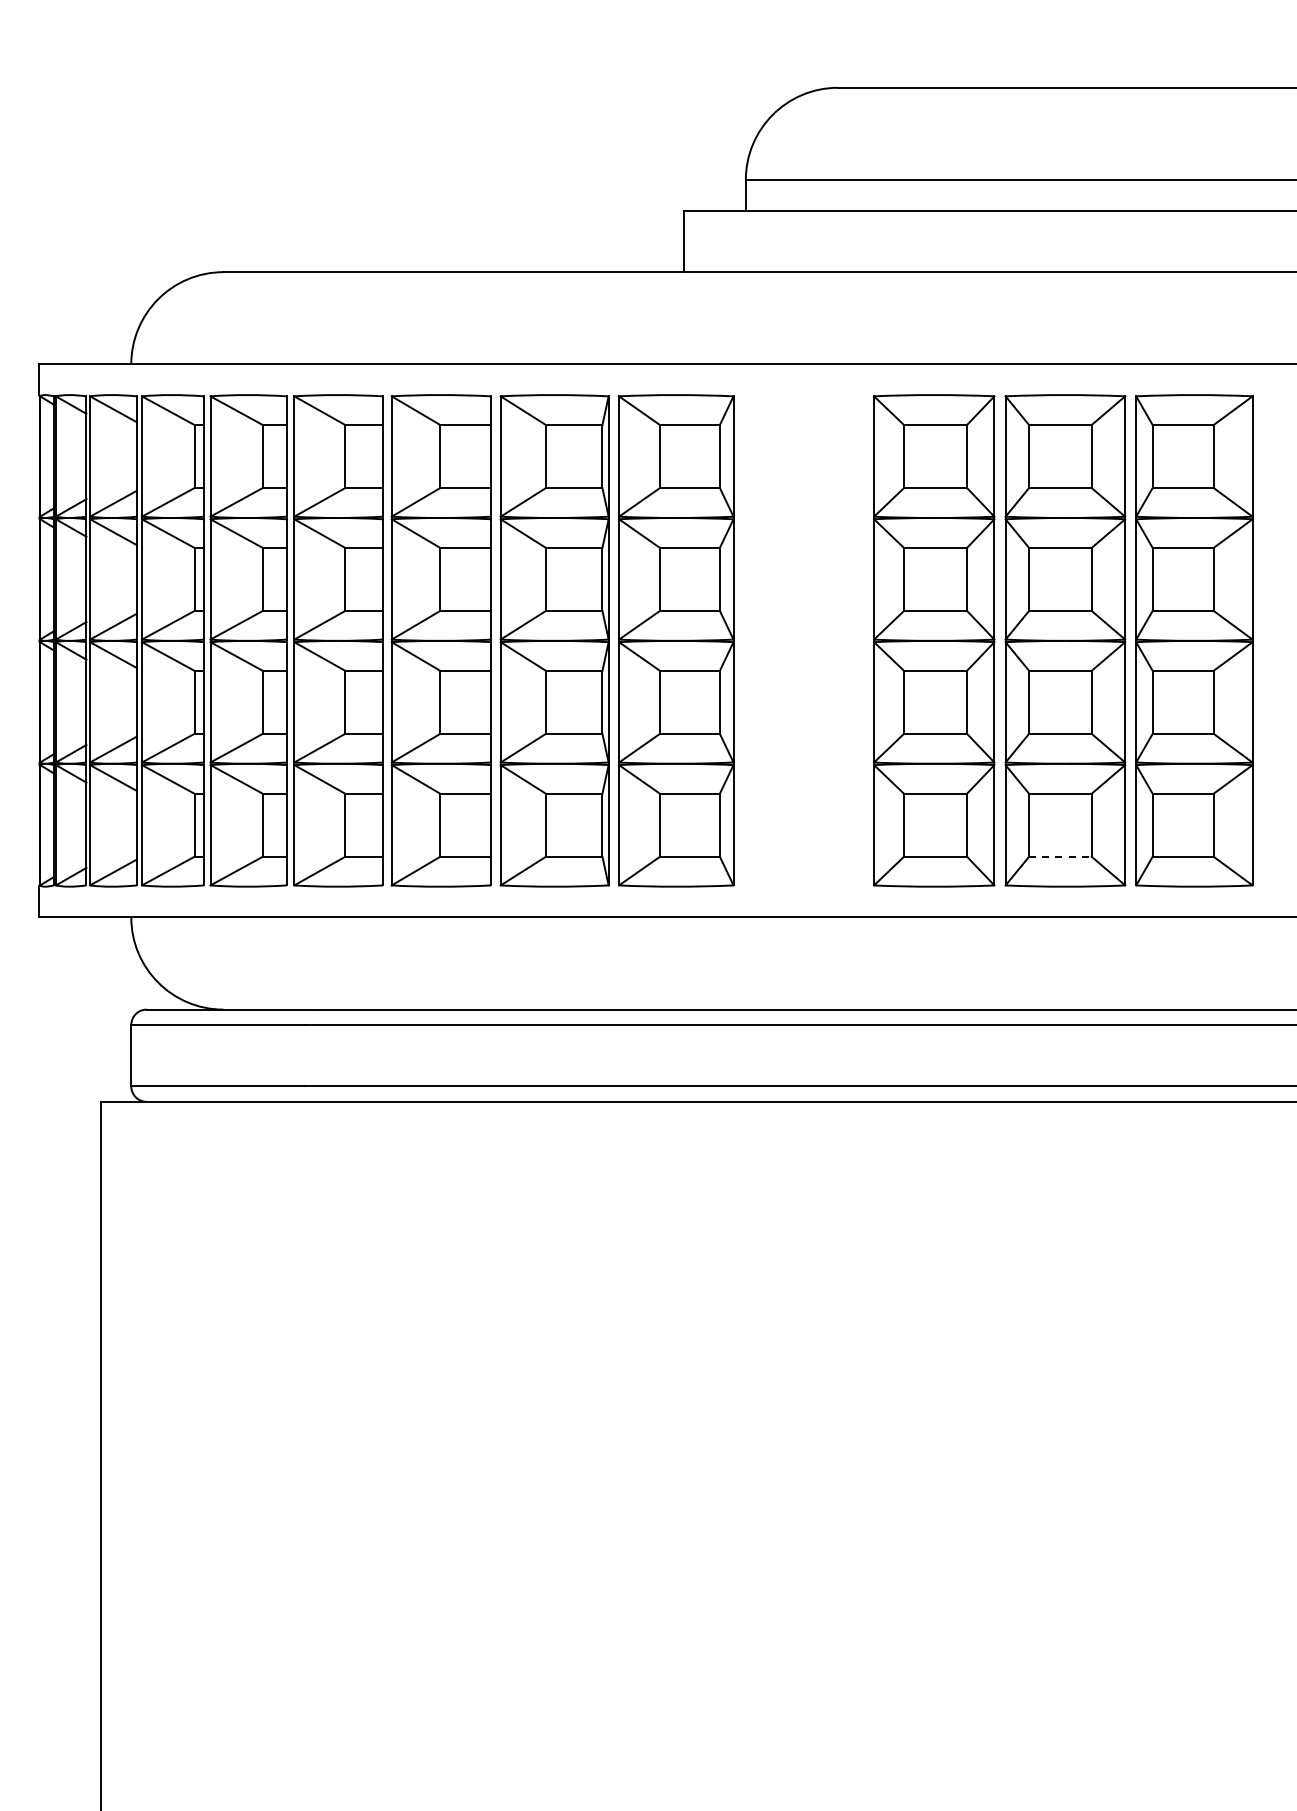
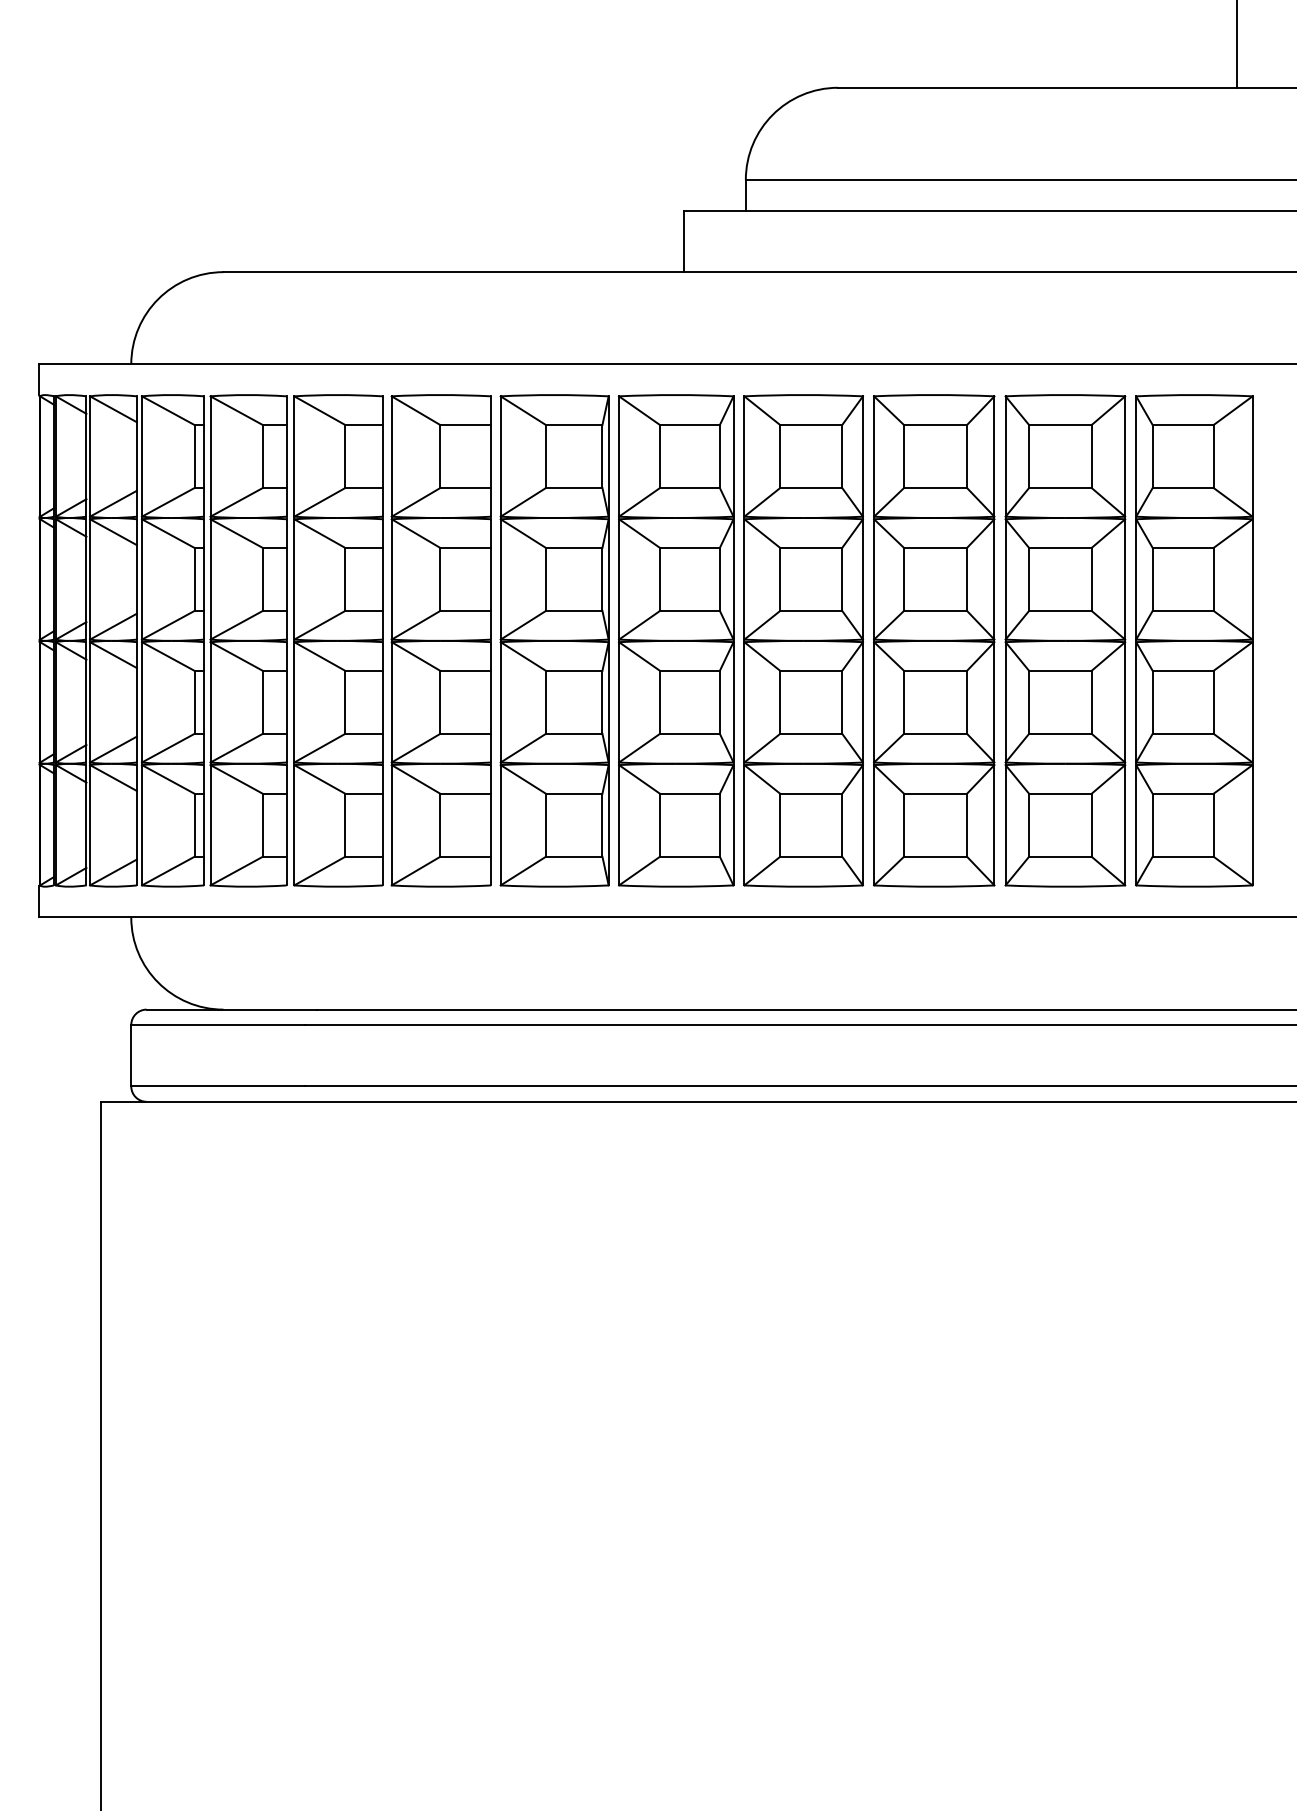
line at (1237, 44): none -> present
part at (803, 640): none -> present
line at (1060, 856): dashed -> solid
